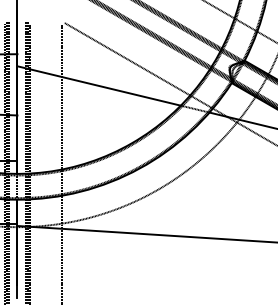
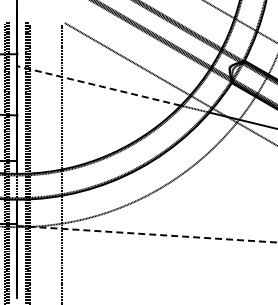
line at (99, 85): solid -> dashed
line at (148, 234): solid -> dashed
